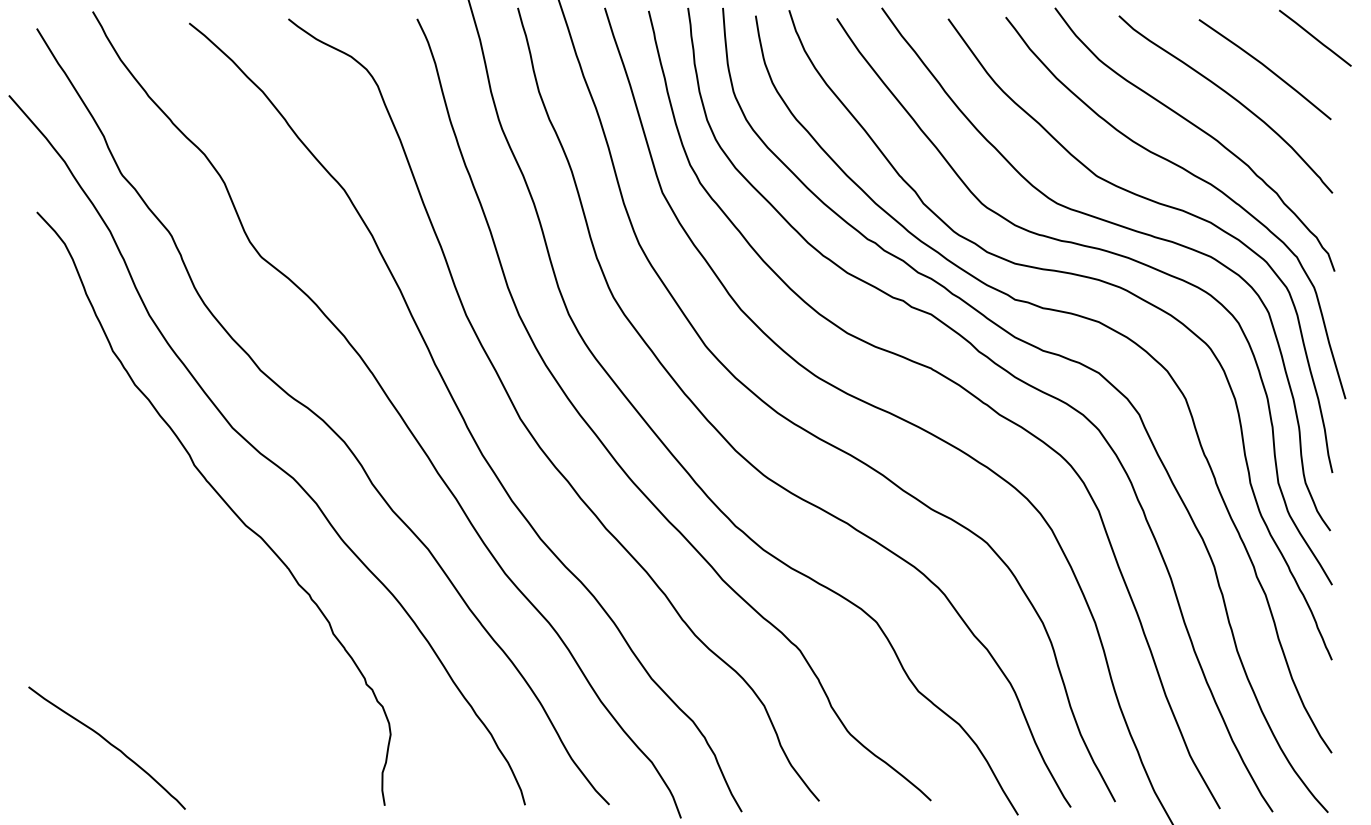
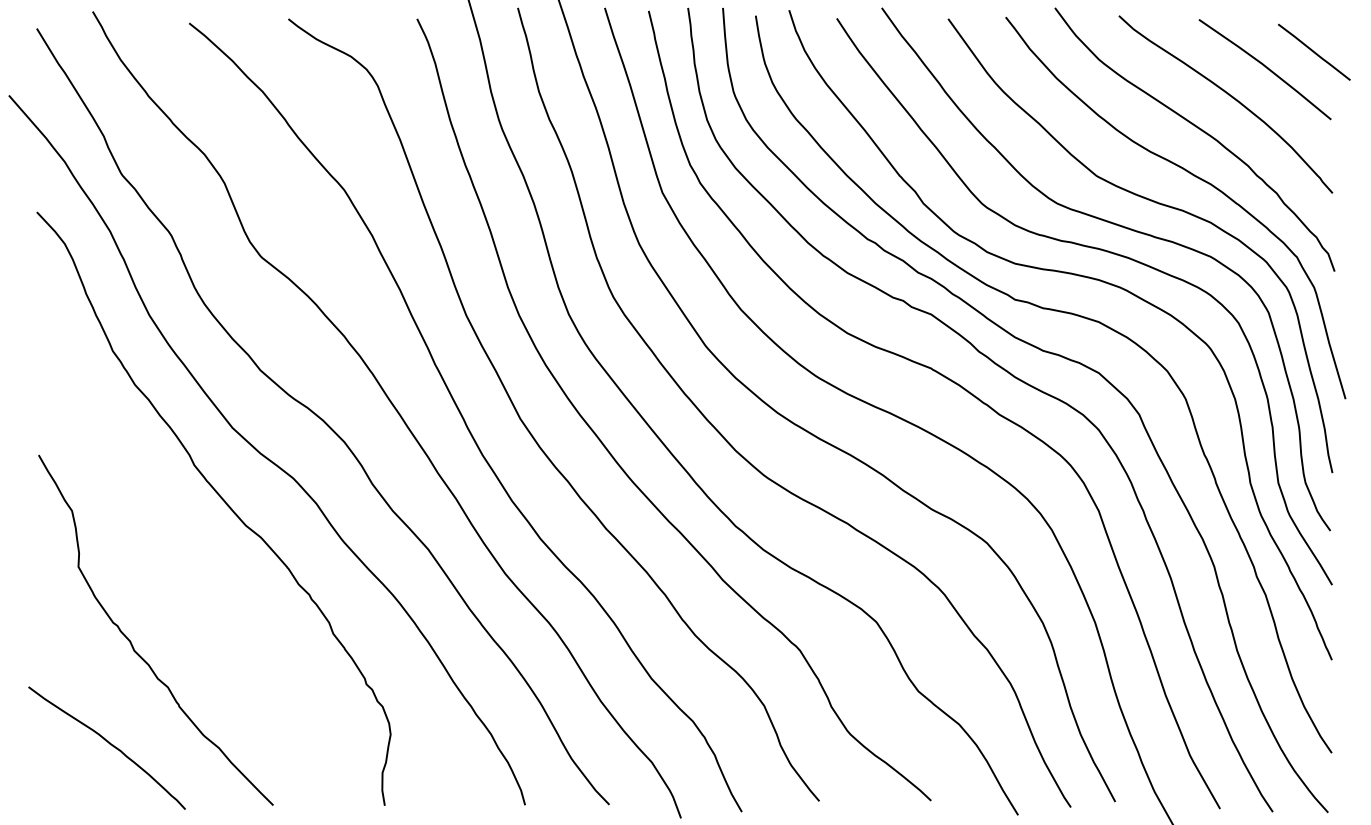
line at (1315, 37) position: (1315, 37) -> (1314, 51)
curve at (131, 641): none -> present
